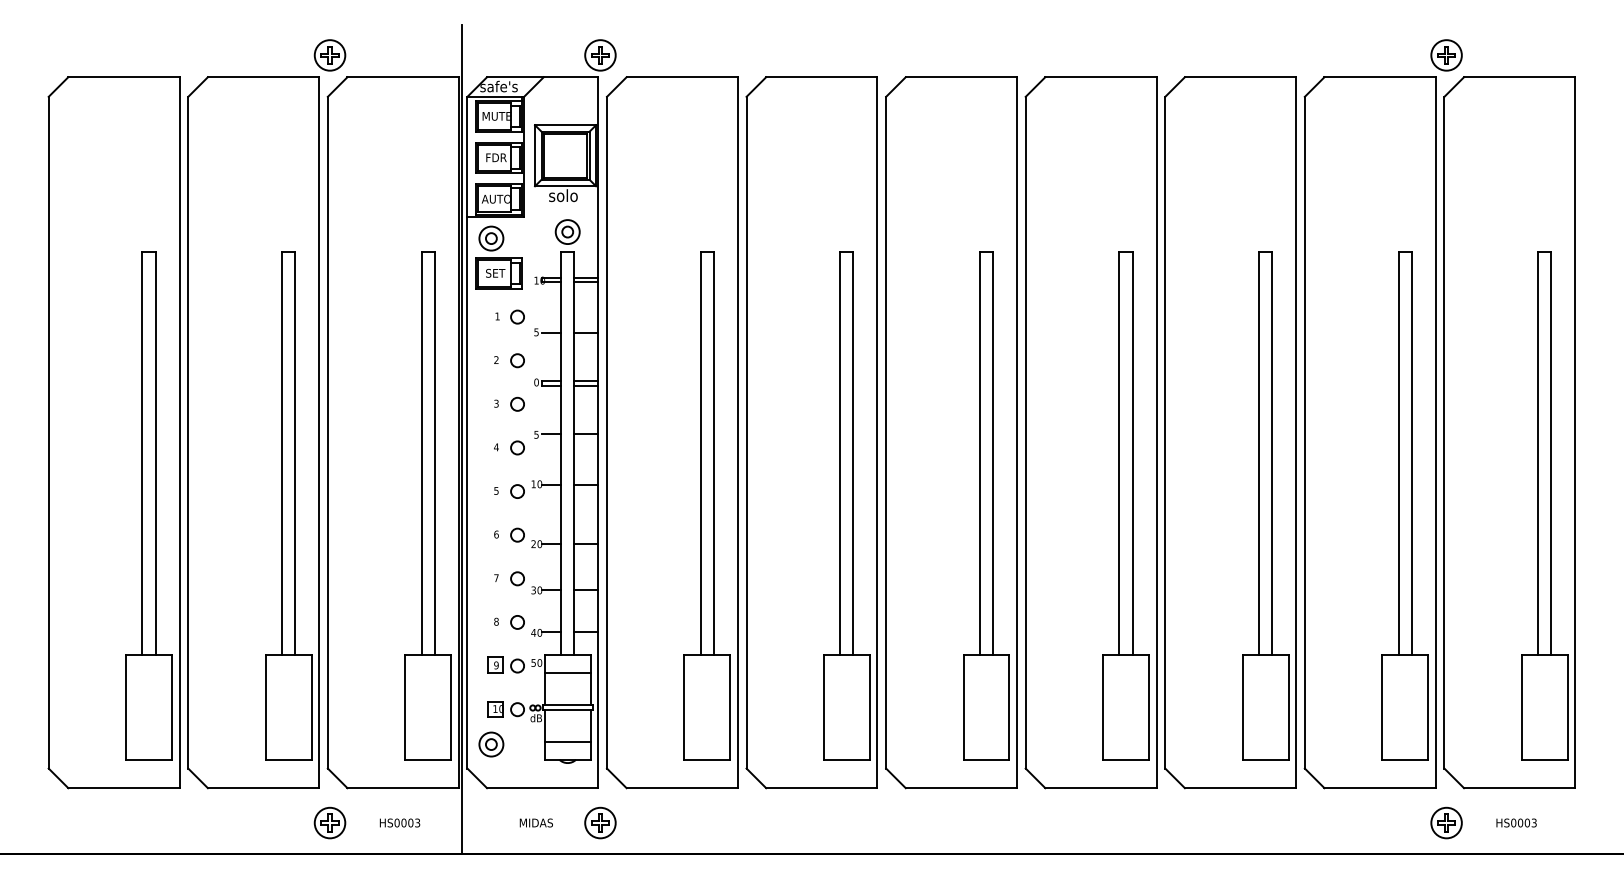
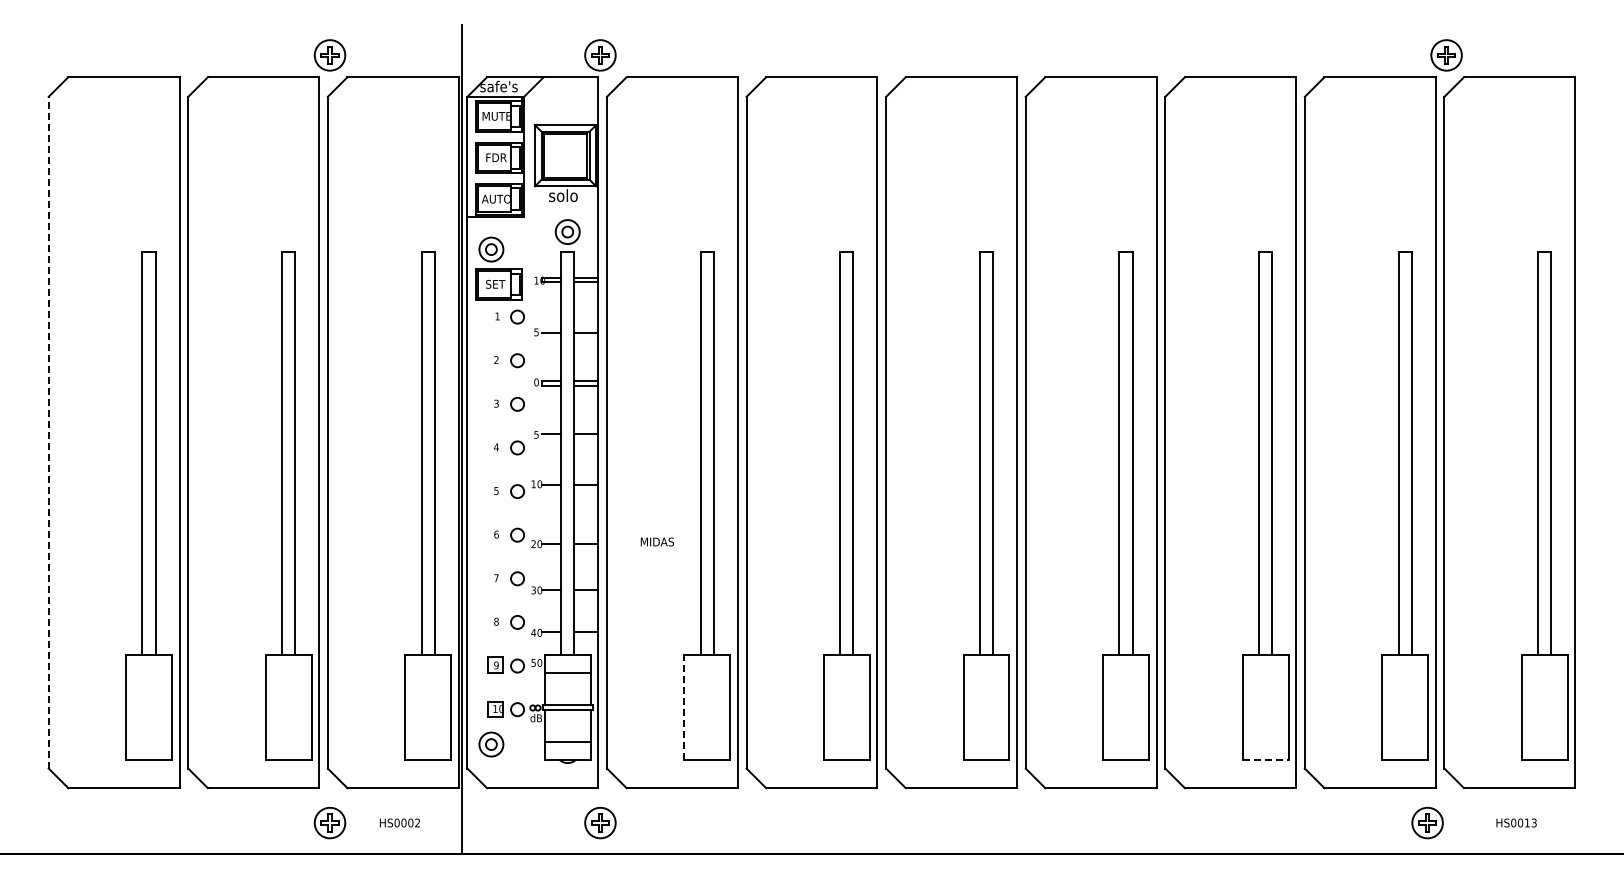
part at (498, 257) position: (498, 257) -> (498, 268)
line at (48, 432): solid -> dashed
line at (684, 706): solid -> dashed
line at (1265, 759): solid -> dashed
text at (535, 822) position: (535, 822) -> (656, 541)
part at (1446, 822) position: (1446, 822) -> (1427, 822)
text at (1527, 822): HS0003 -> HS0013
text at (417, 823): HS0003 -> HS0002
